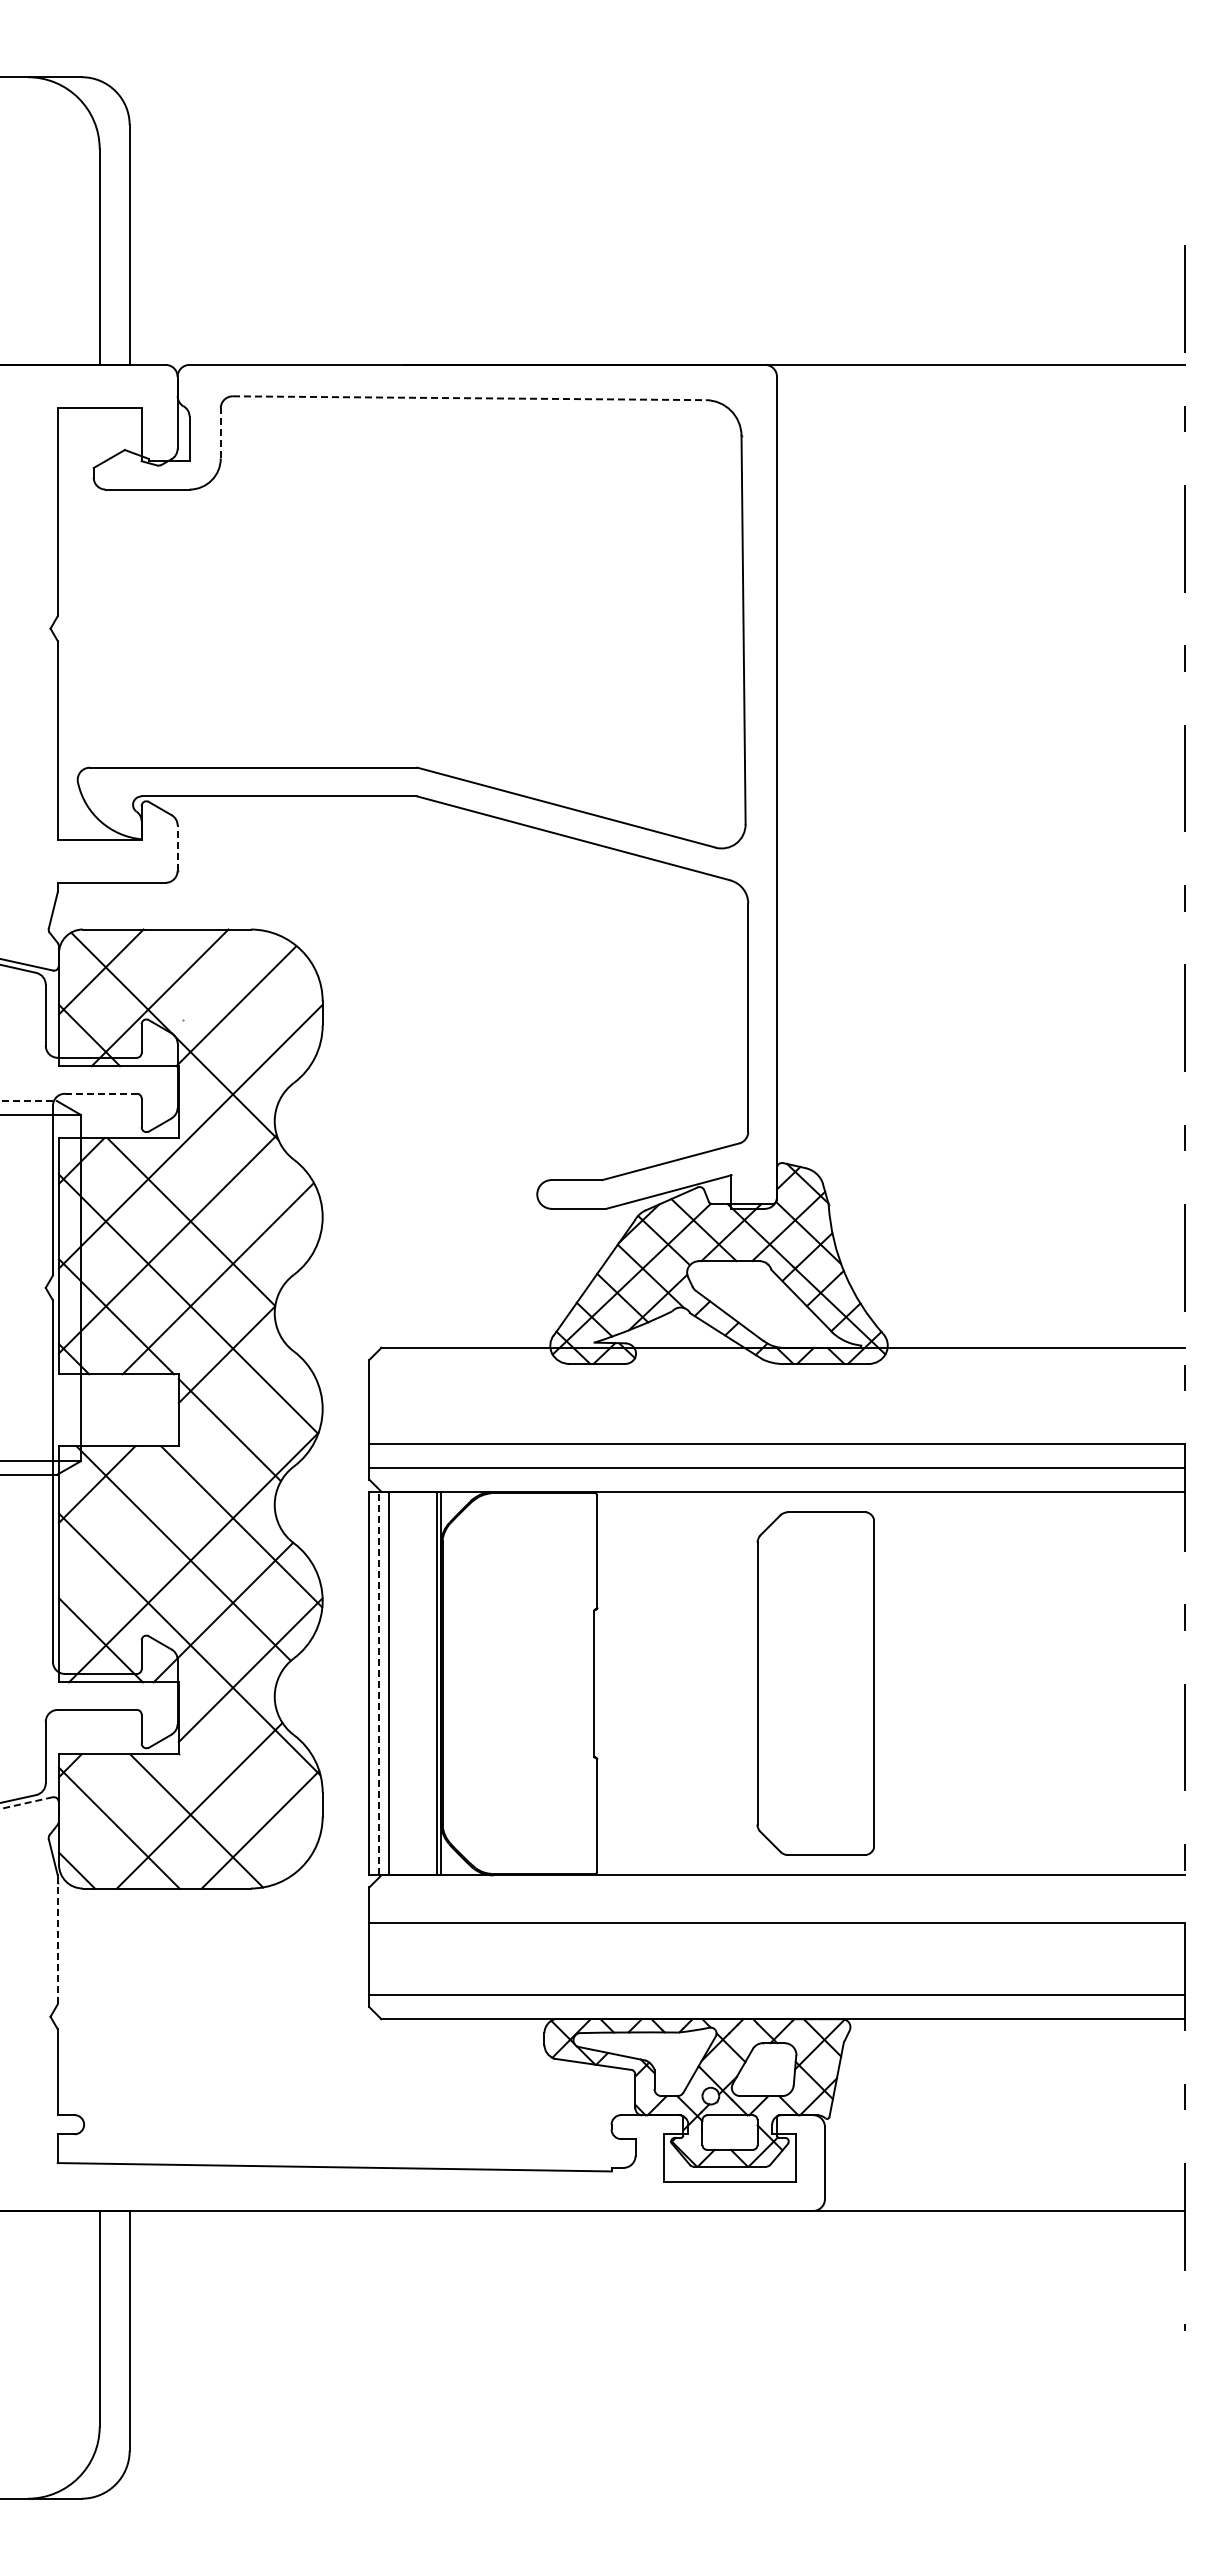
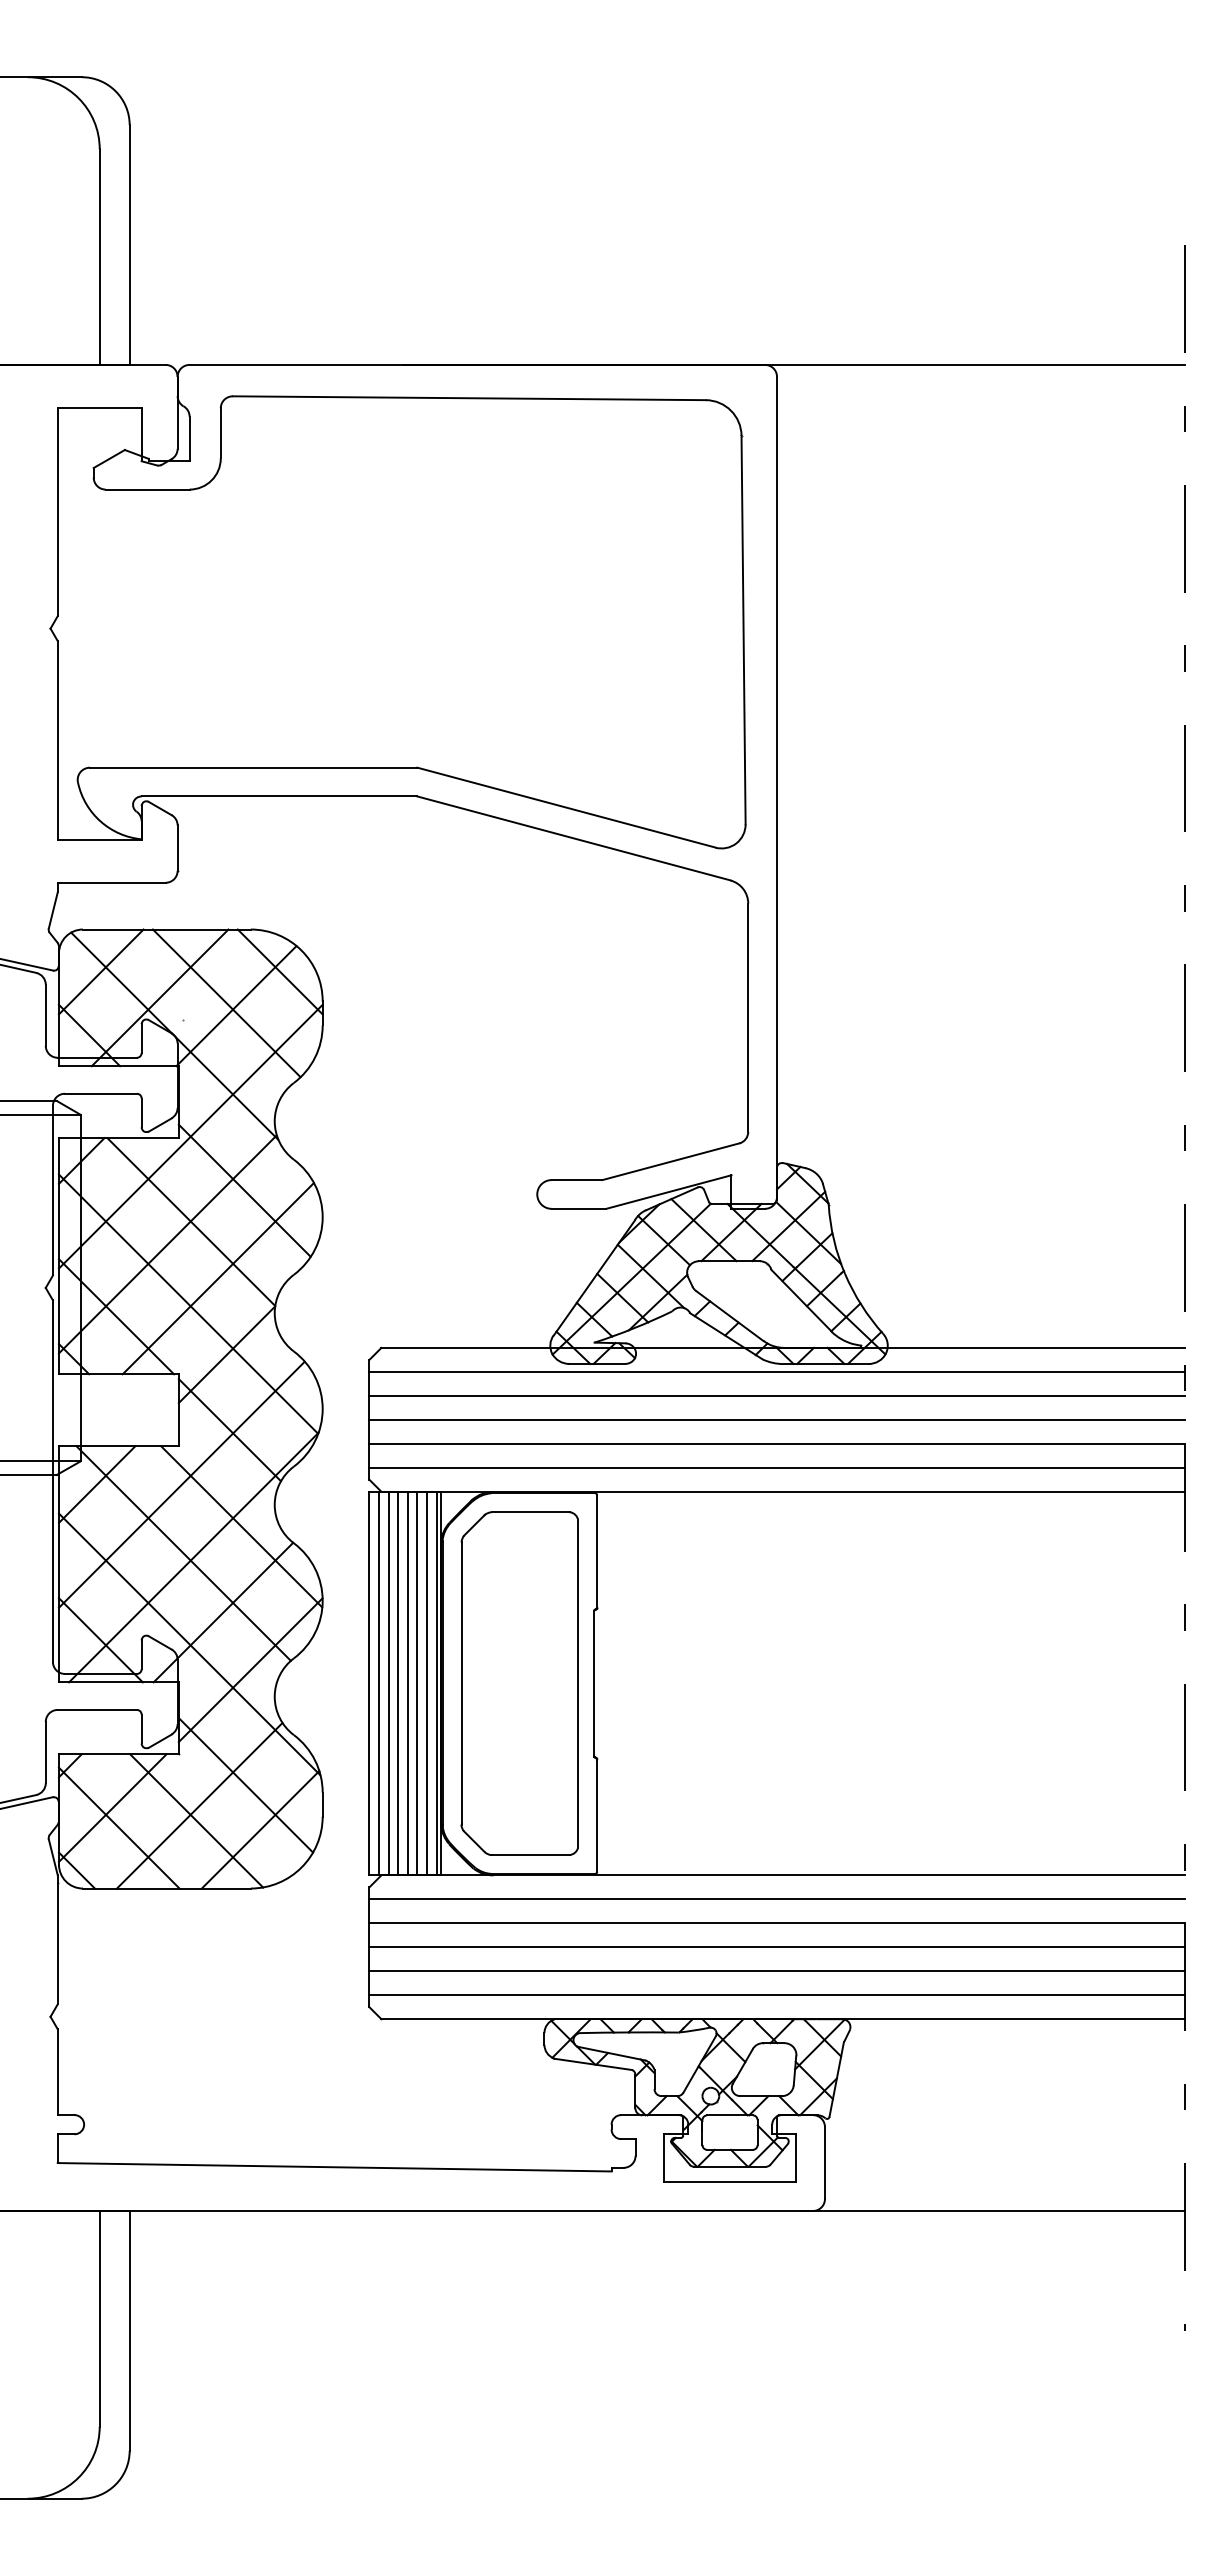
line at (469, 398): dashed -> solid
line at (220, 432): dashed -> solid
line at (177, 848): dashed -> solid
line at (279, 971): none -> present
line at (226, 1003): none -> present
line at (100, 1093): dashed -> solid
line at (28, 1100): dashed -> solid
line at (244, 1190): none -> present
line at (776, 1371): none -> present
line at (776, 1395): none -> present
line at (776, 1419): none -> present
line at (181, 1484): none -> present
line at (379, 1683): dashed -> solid
line at (398, 1683): none -> present
line at (407, 1683): none -> present
line at (417, 1683): none -> present
line at (426, 1683): none -> present
part at (815, 1683) position: (815, 1683) -> (519, 1683)
line at (245, 1785): none -> present
line at (26, 1803): dashed -> solid
line at (112, 1807): none -> present
line at (776, 1899): none -> present
line at (57, 1943): dashed -> solid
line at (776, 1947): none -> present
line at (776, 1971): none -> present
